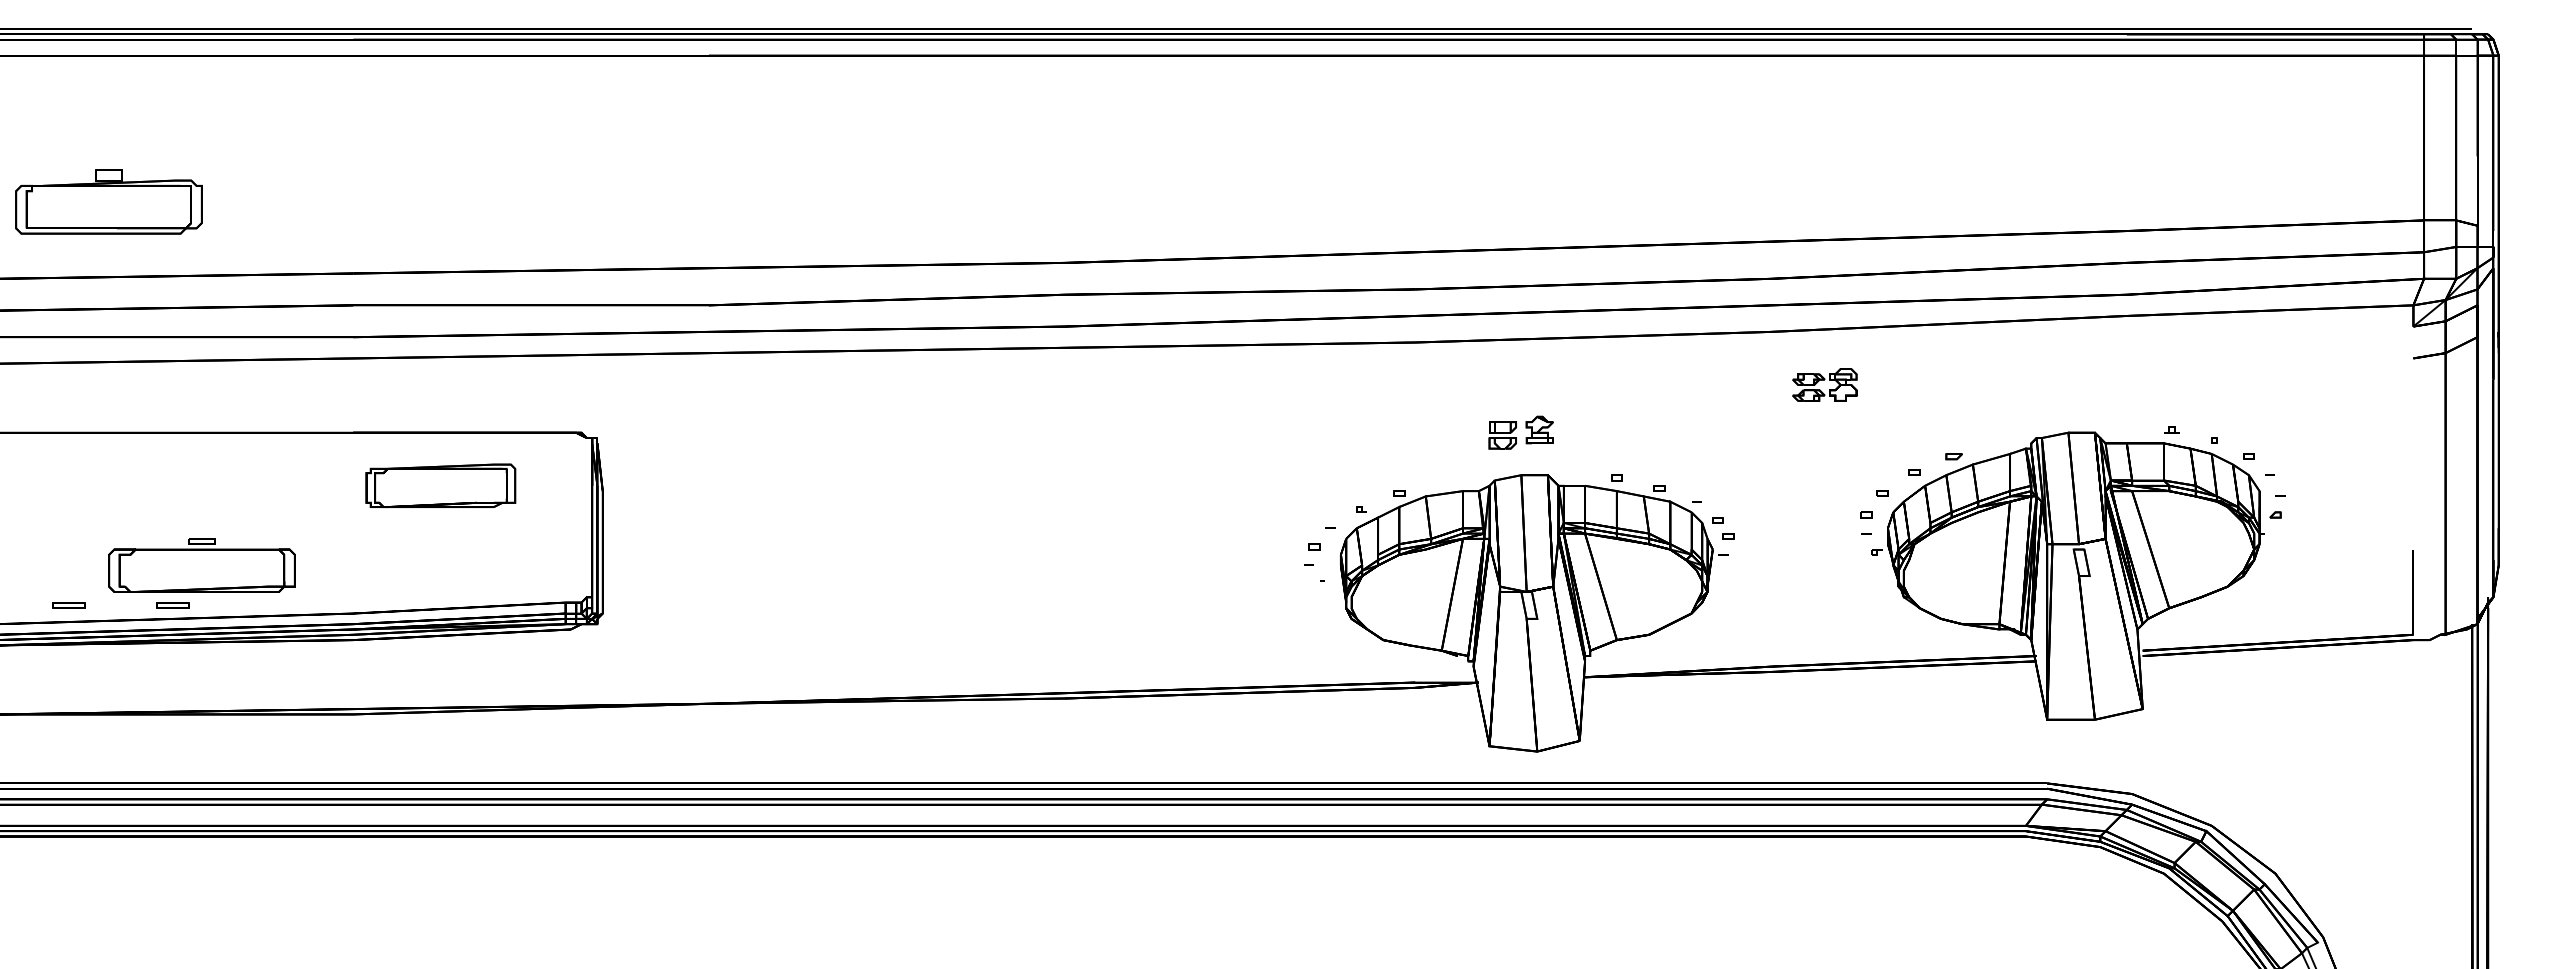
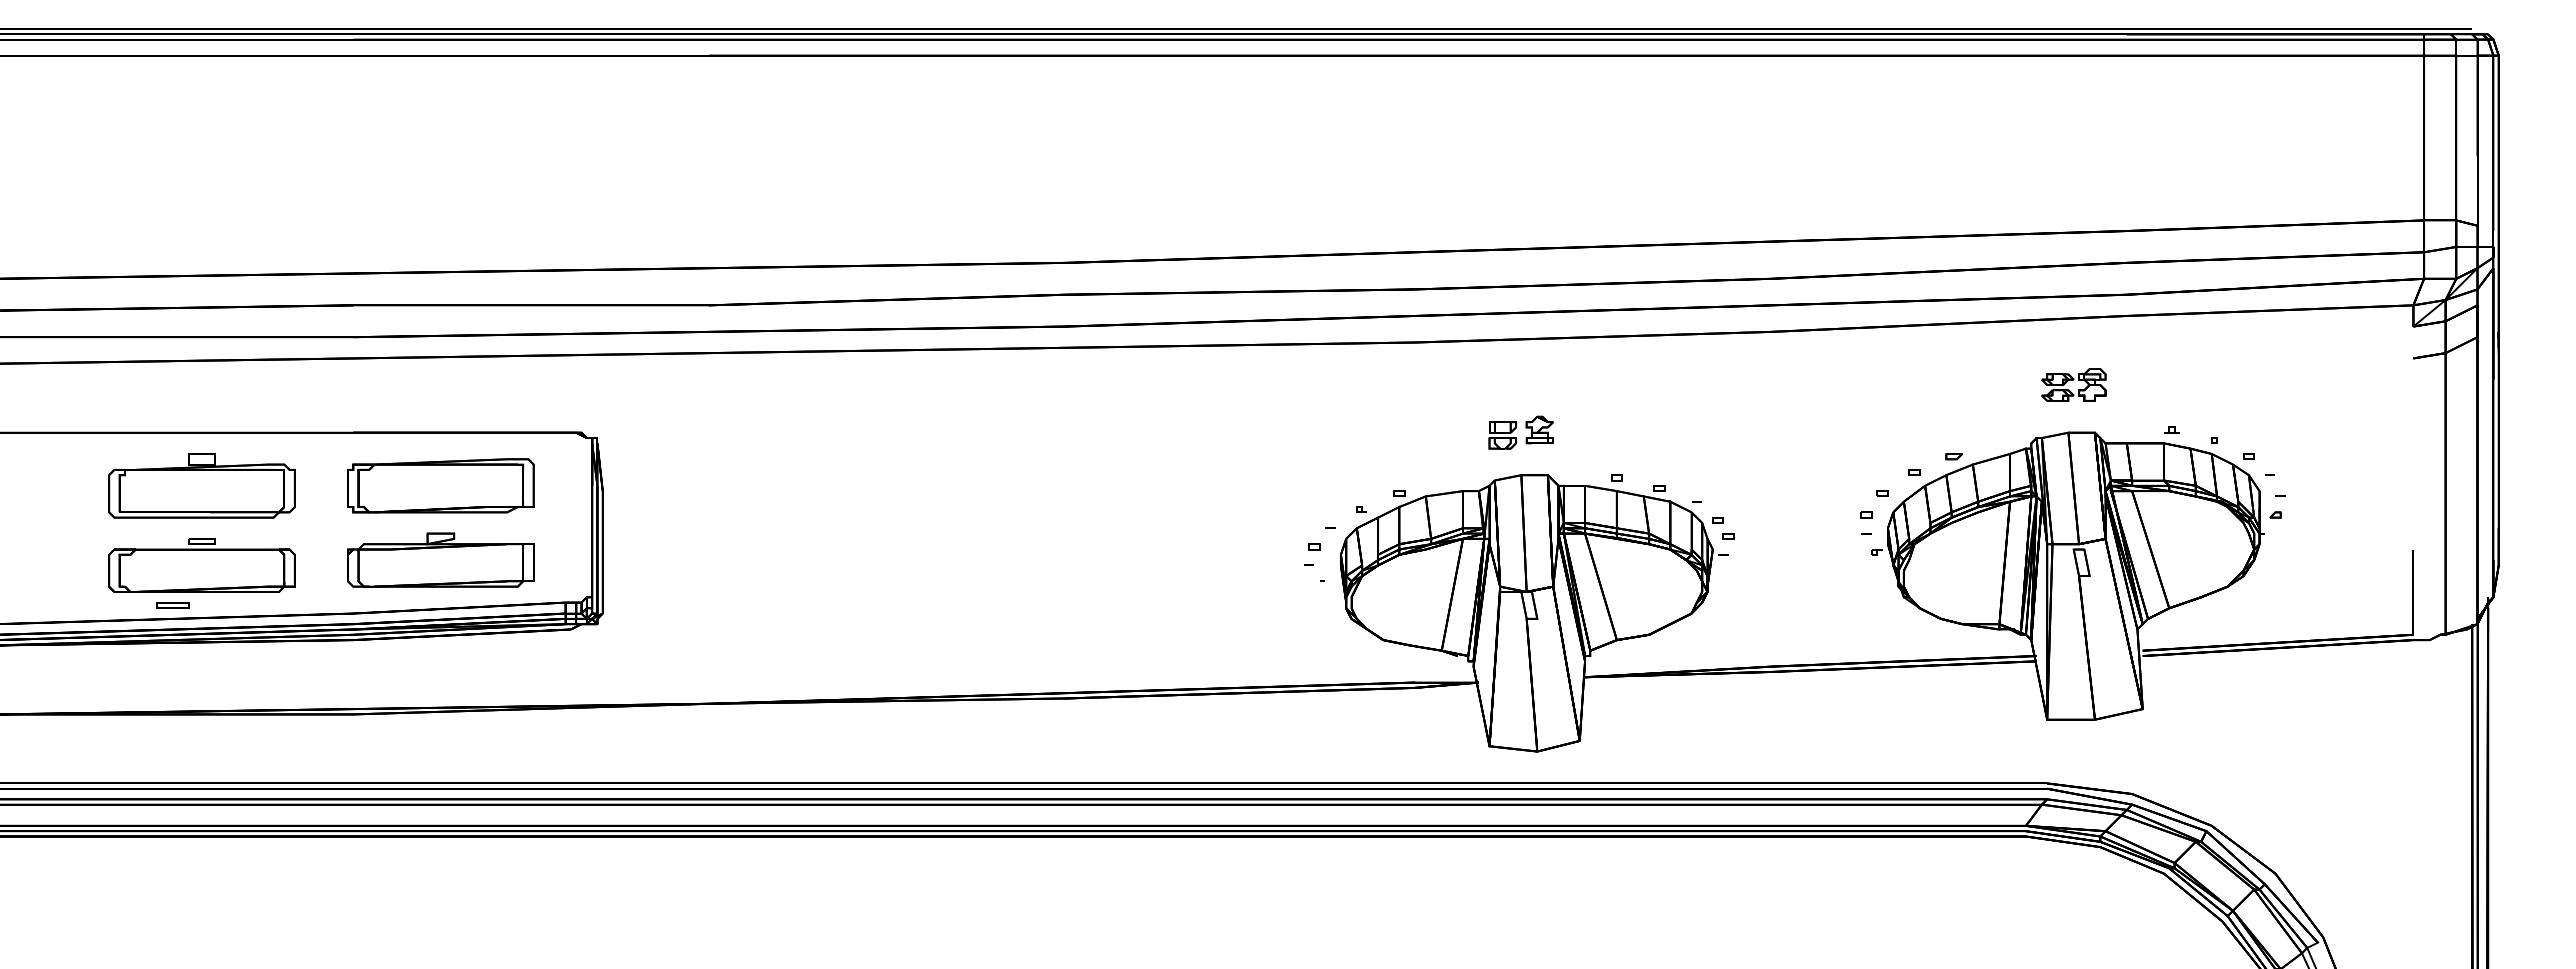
part at (108, 201) position: (108, 201) -> (201, 485)
part at (1824, 384) position: (1824, 384) -> (2073, 384)
part at (440, 485) size: 152x46 px -> 188x56 px
part at (440, 559): none -> present
part at (68, 605): present -> none
